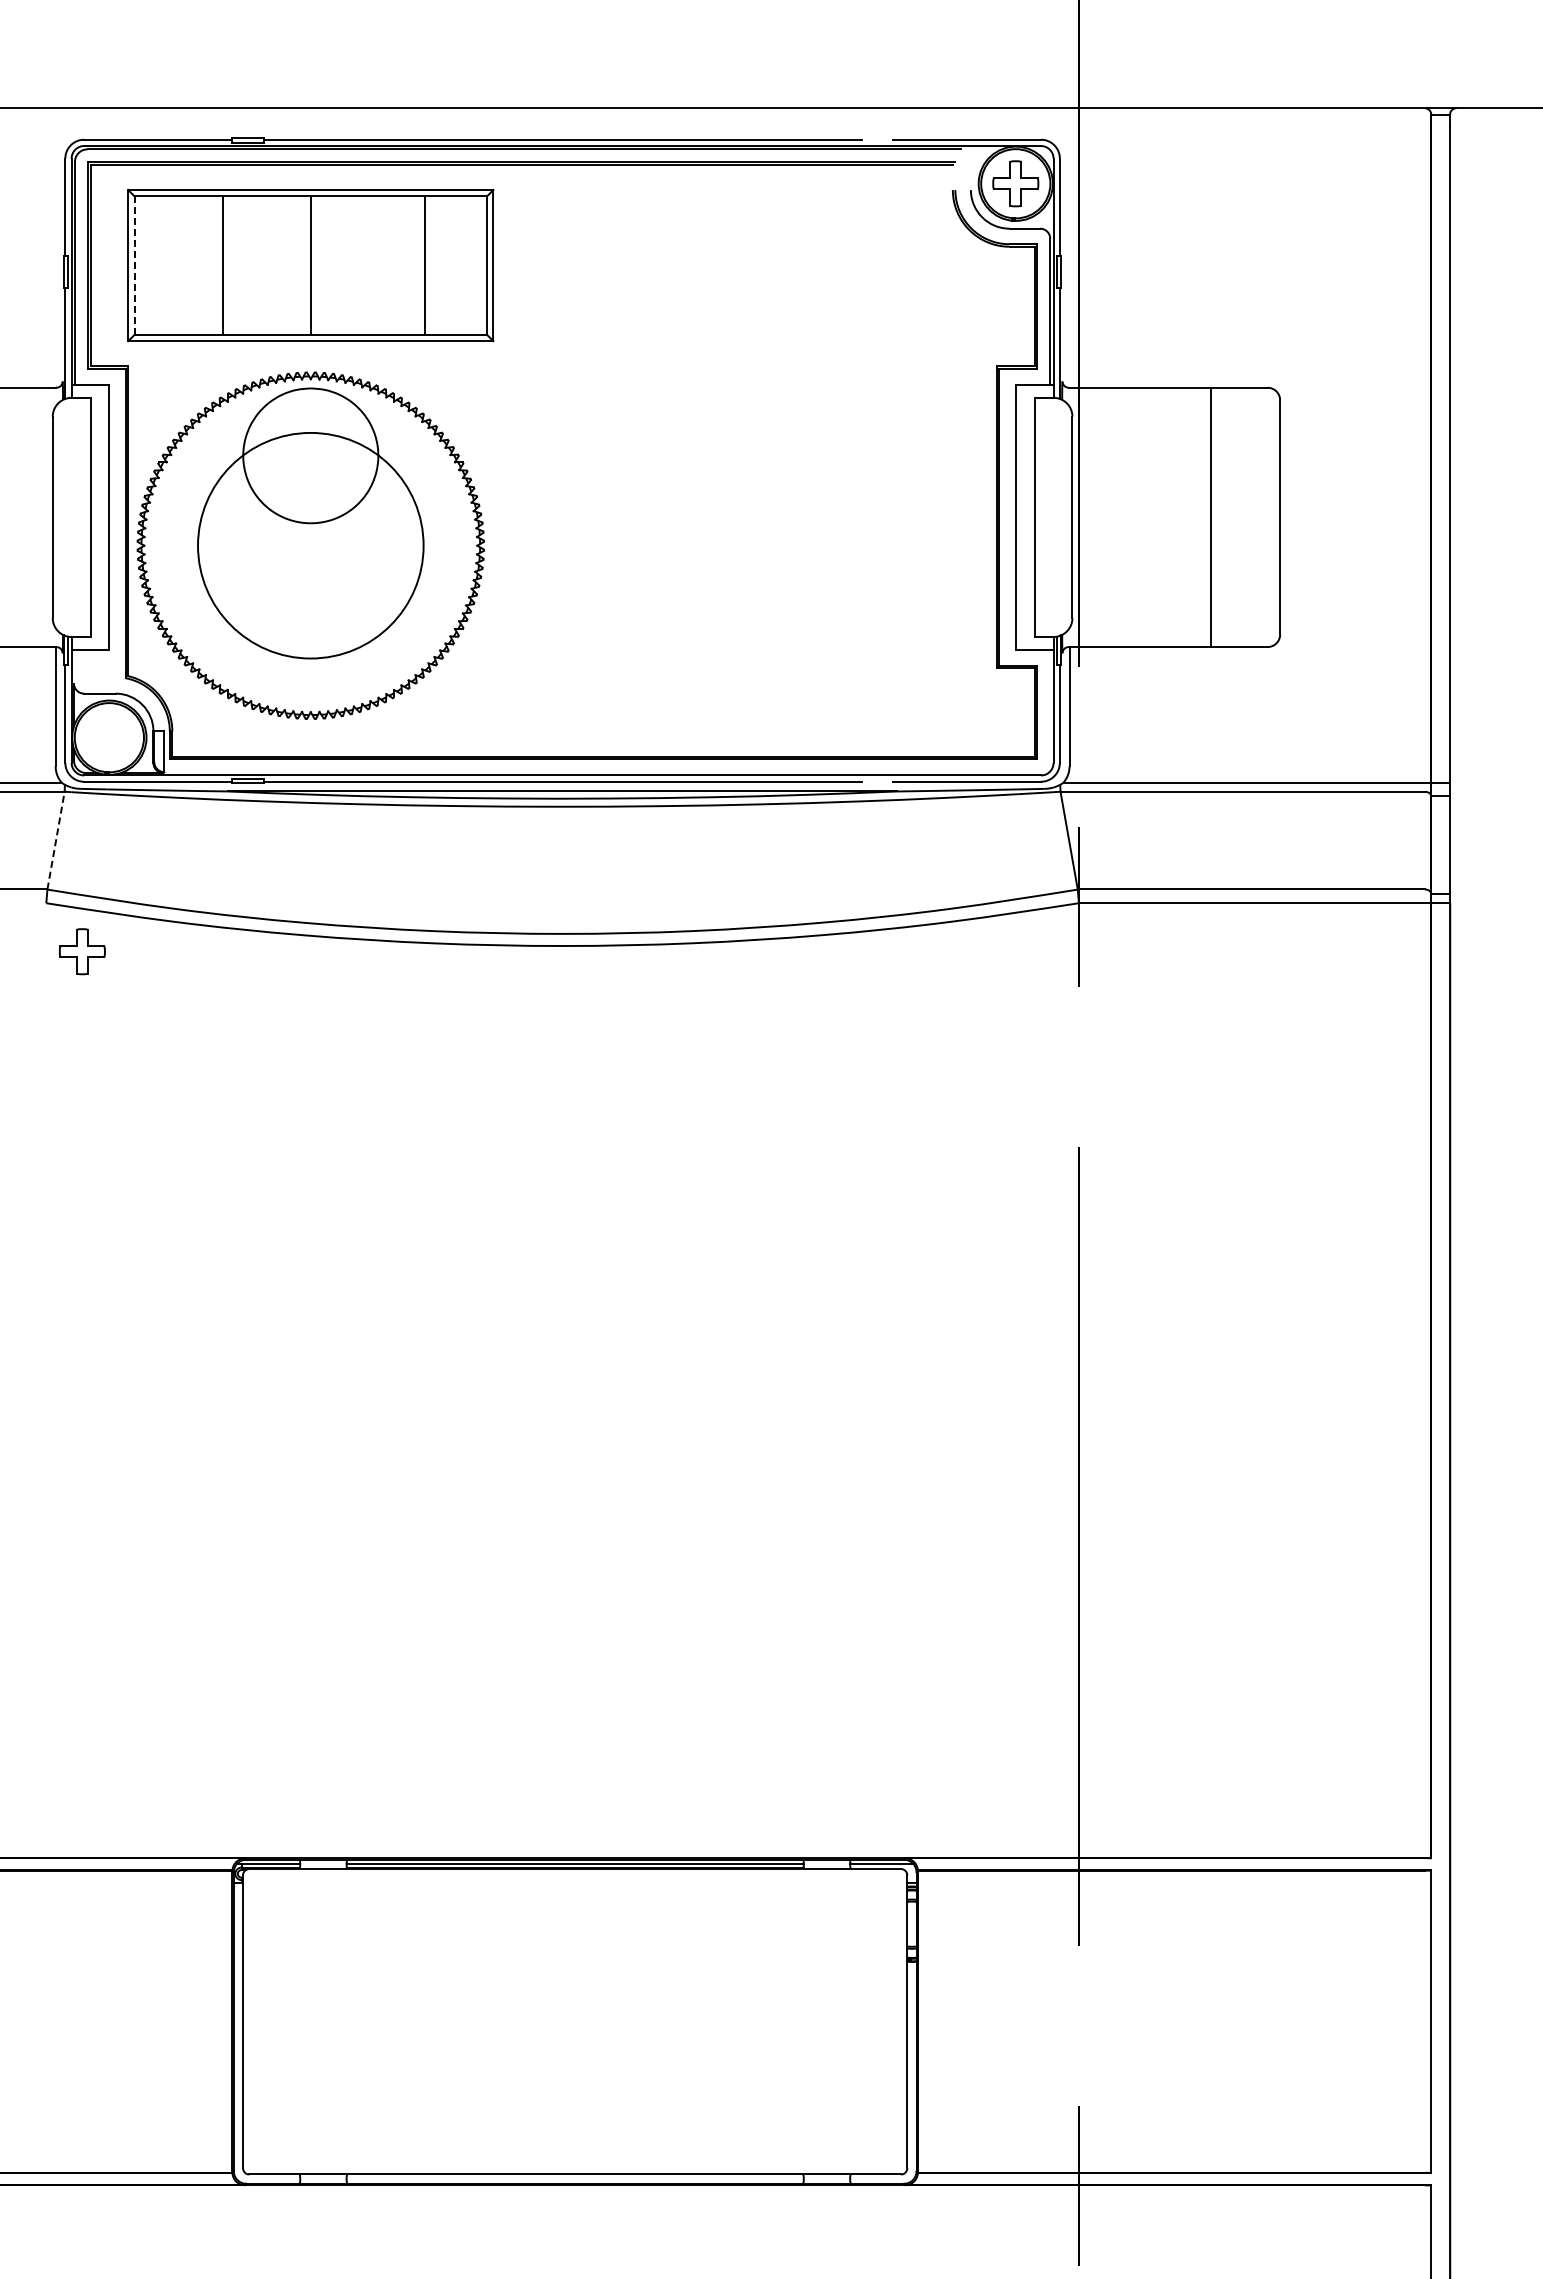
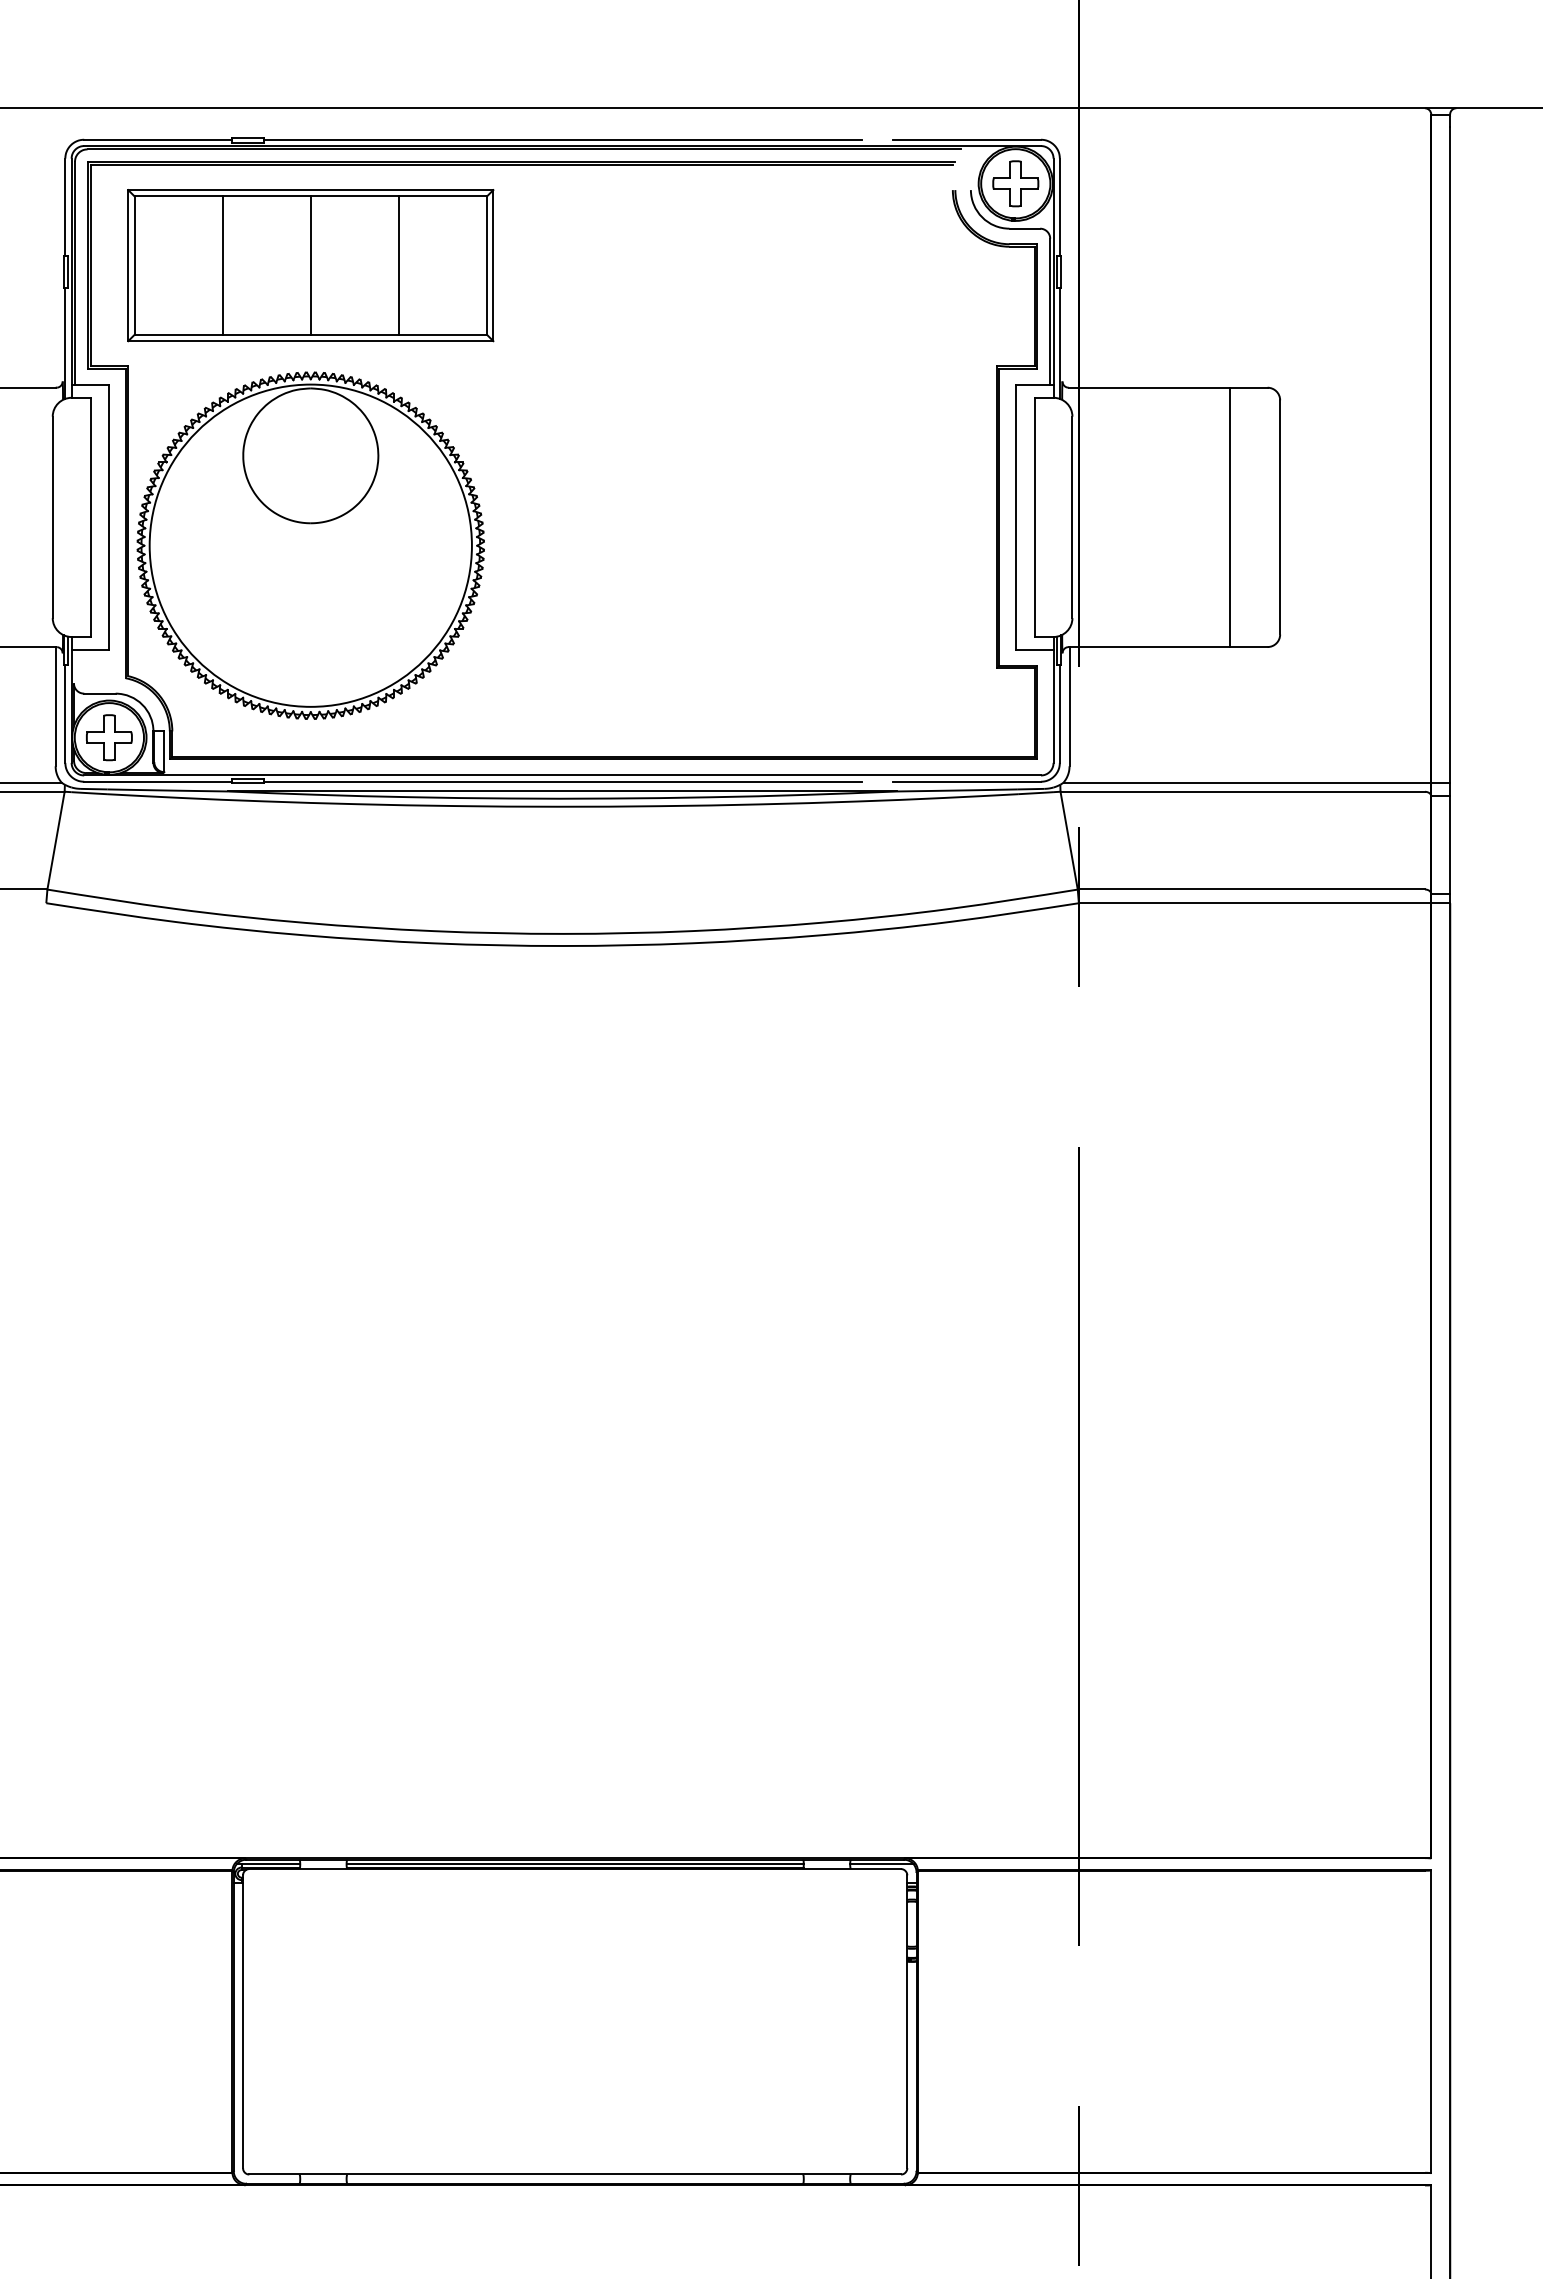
line at (424, 265) position: (424, 265) -> (398, 265)
line at (134, 266): dashed -> solid
line at (1210, 517) position: (1210, 517) -> (1229, 517)
circle at (310, 545) diameter: 226 px -> 322 px
line at (56, 840): dashed -> solid
part at (82, 951) position: (82, 951) -> (109, 737)
